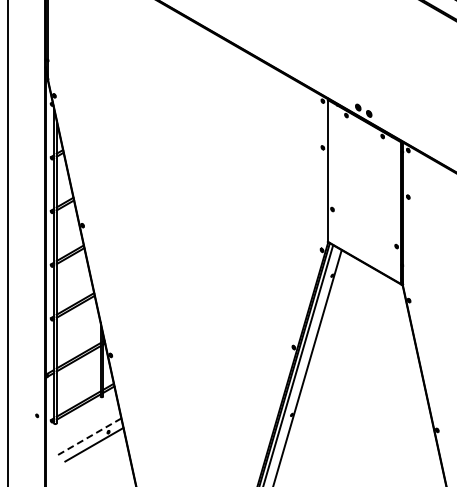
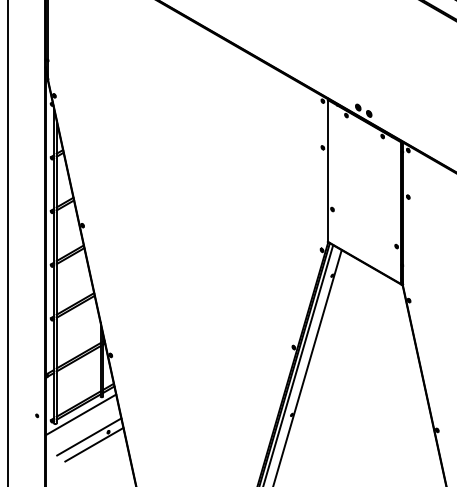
line at (80, 414): none -> present
line at (88, 437): dashed -> solid
